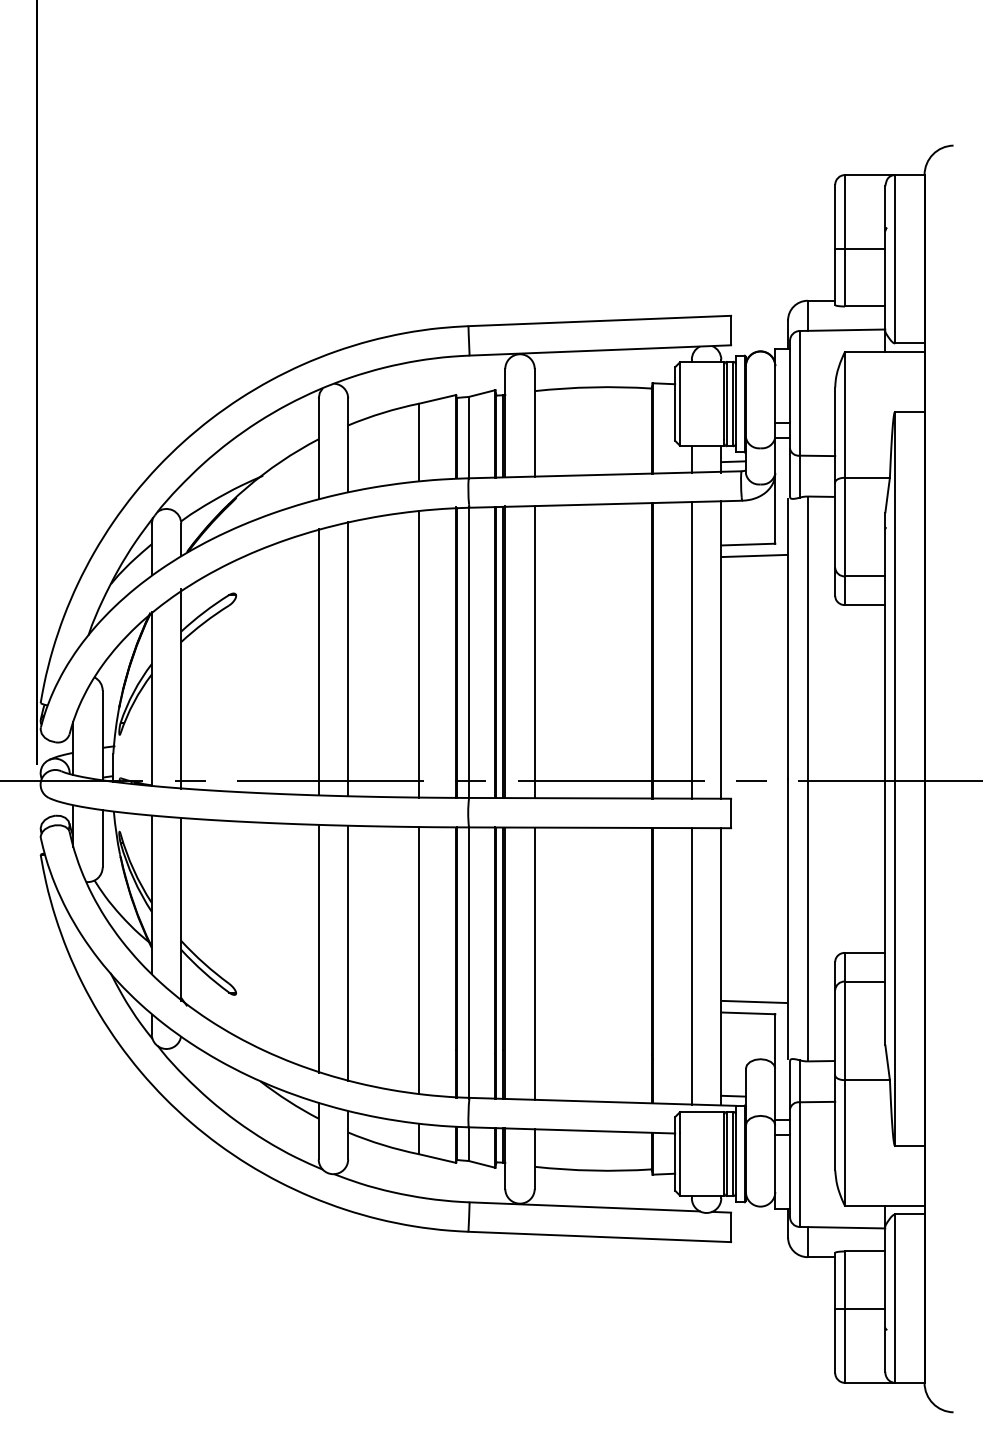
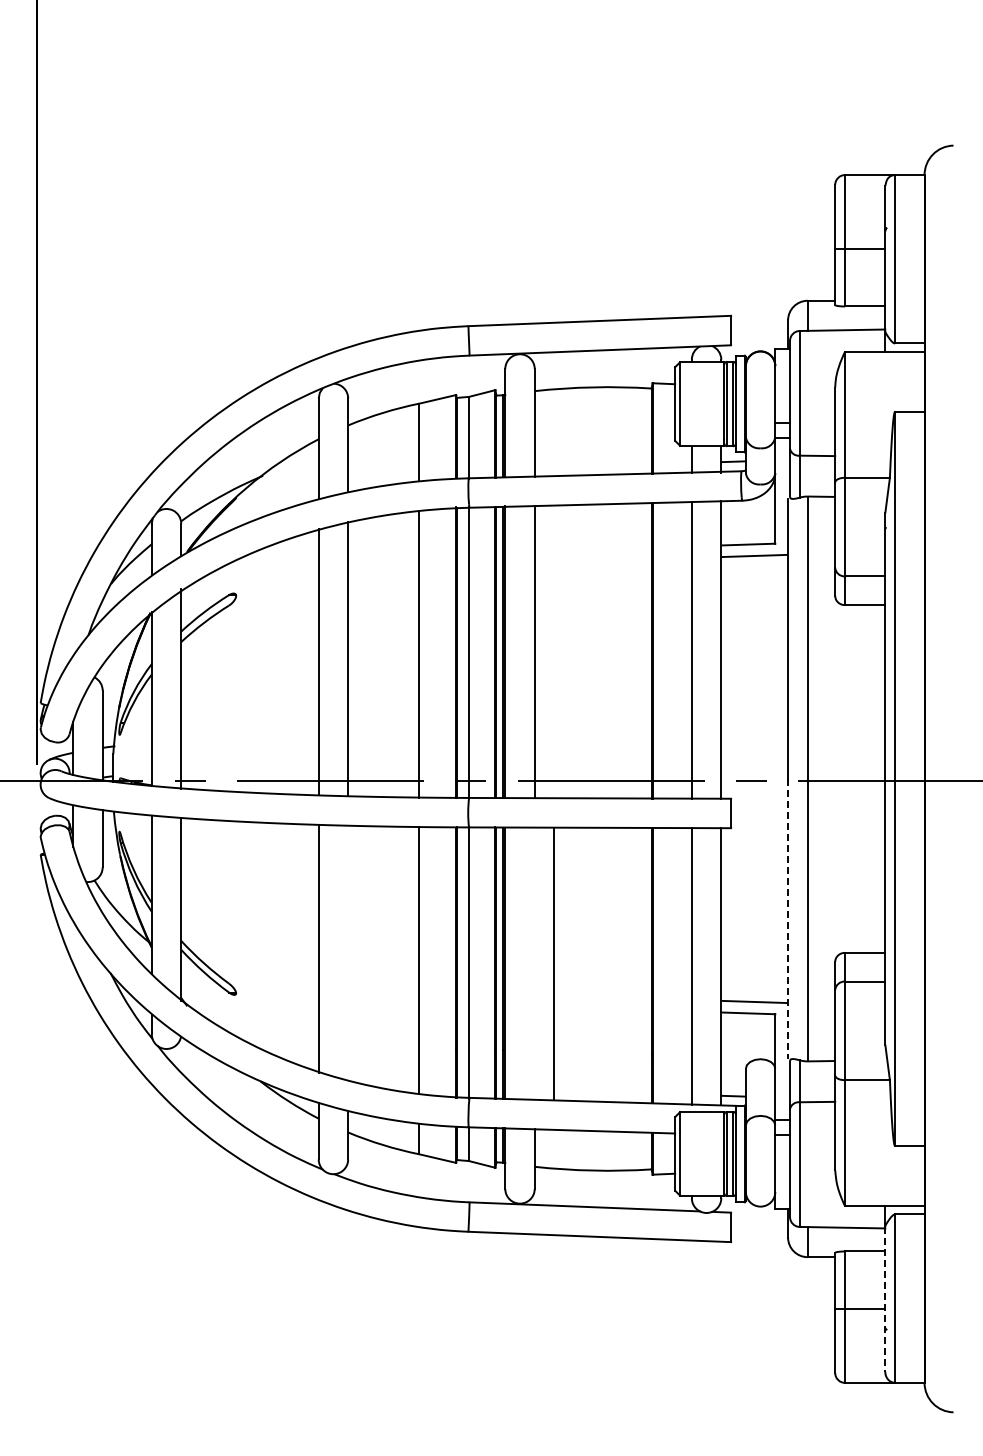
line at (788, 918): solid -> dashed
line at (348, 953): present -> none
line at (534, 963) position: (534, 963) -> (553, 963)
line at (885, 1299): solid -> dashed
